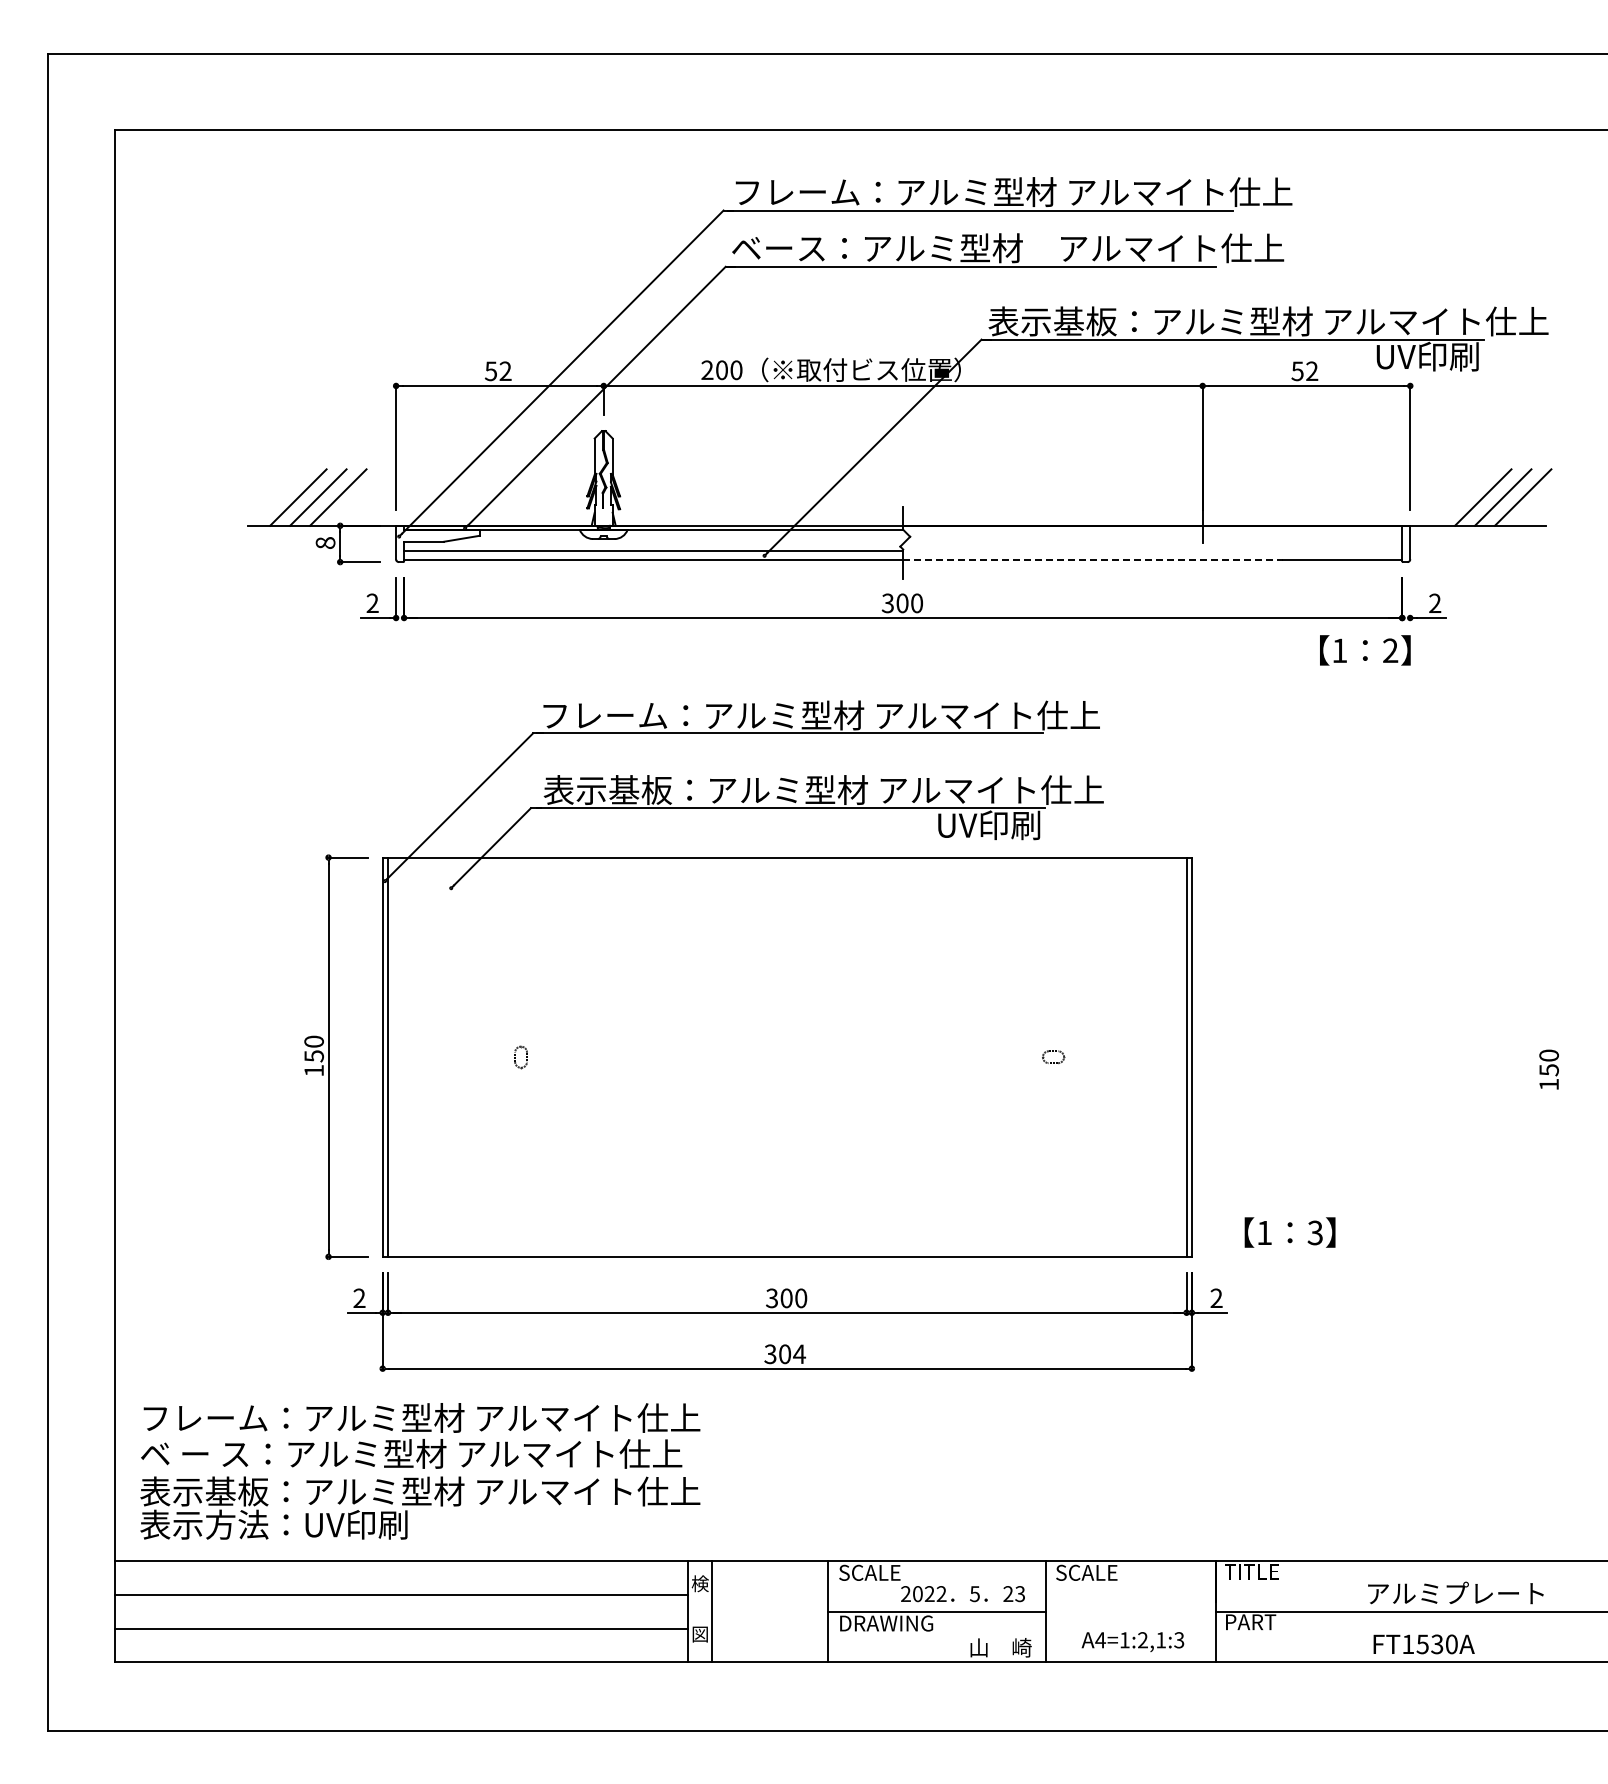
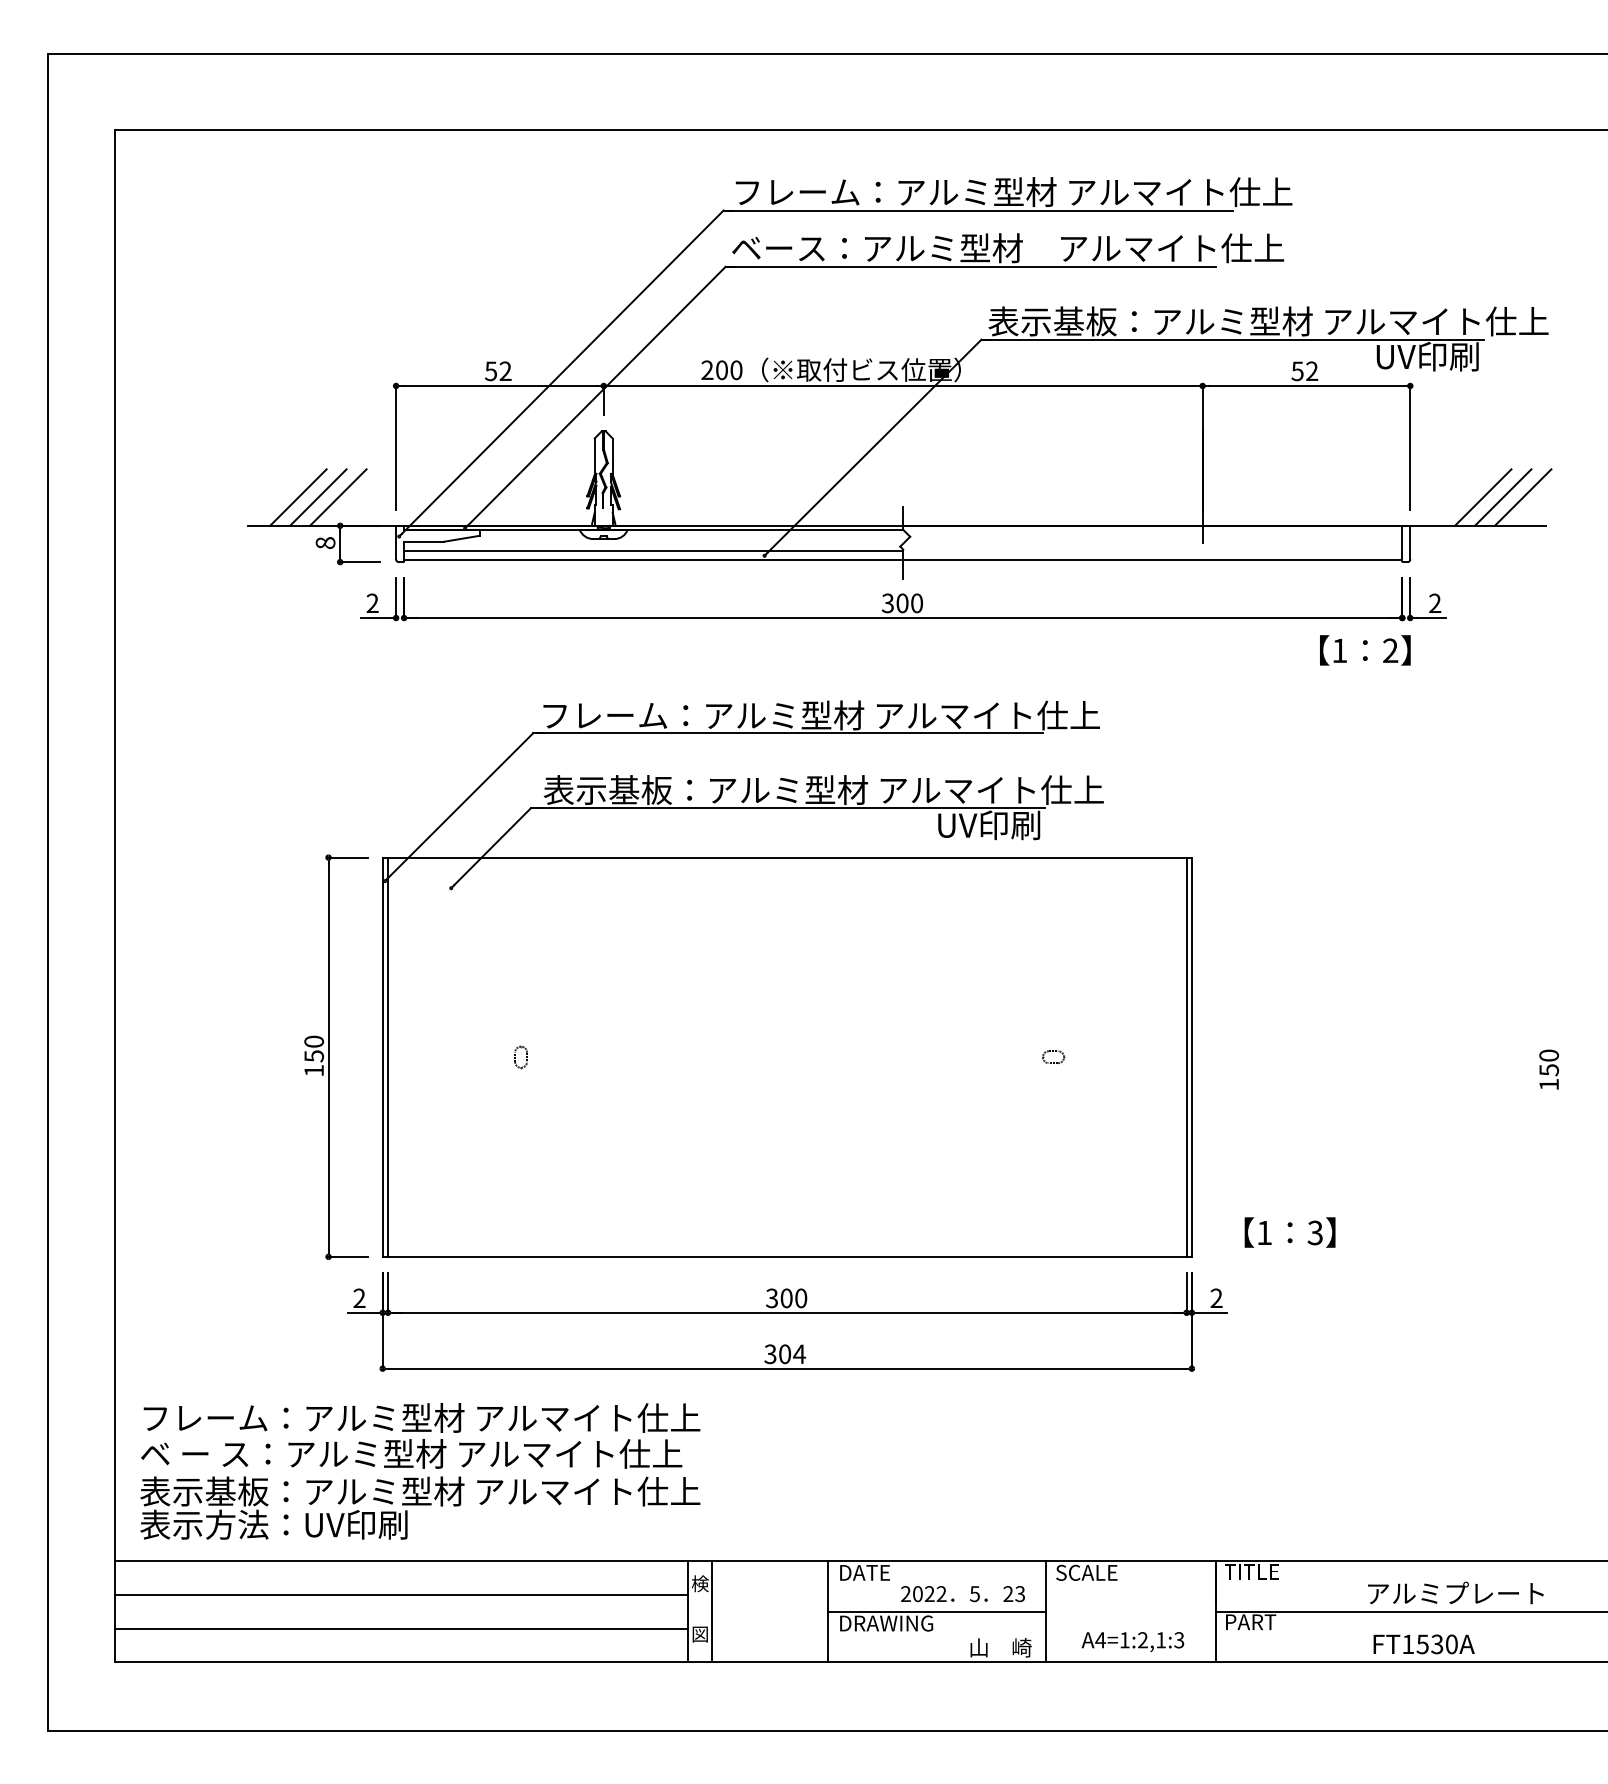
line at (1093, 559): dashed -> solid
line at (1410, 598): none -> present
text at (869, 1572): SCALE -> DATE
